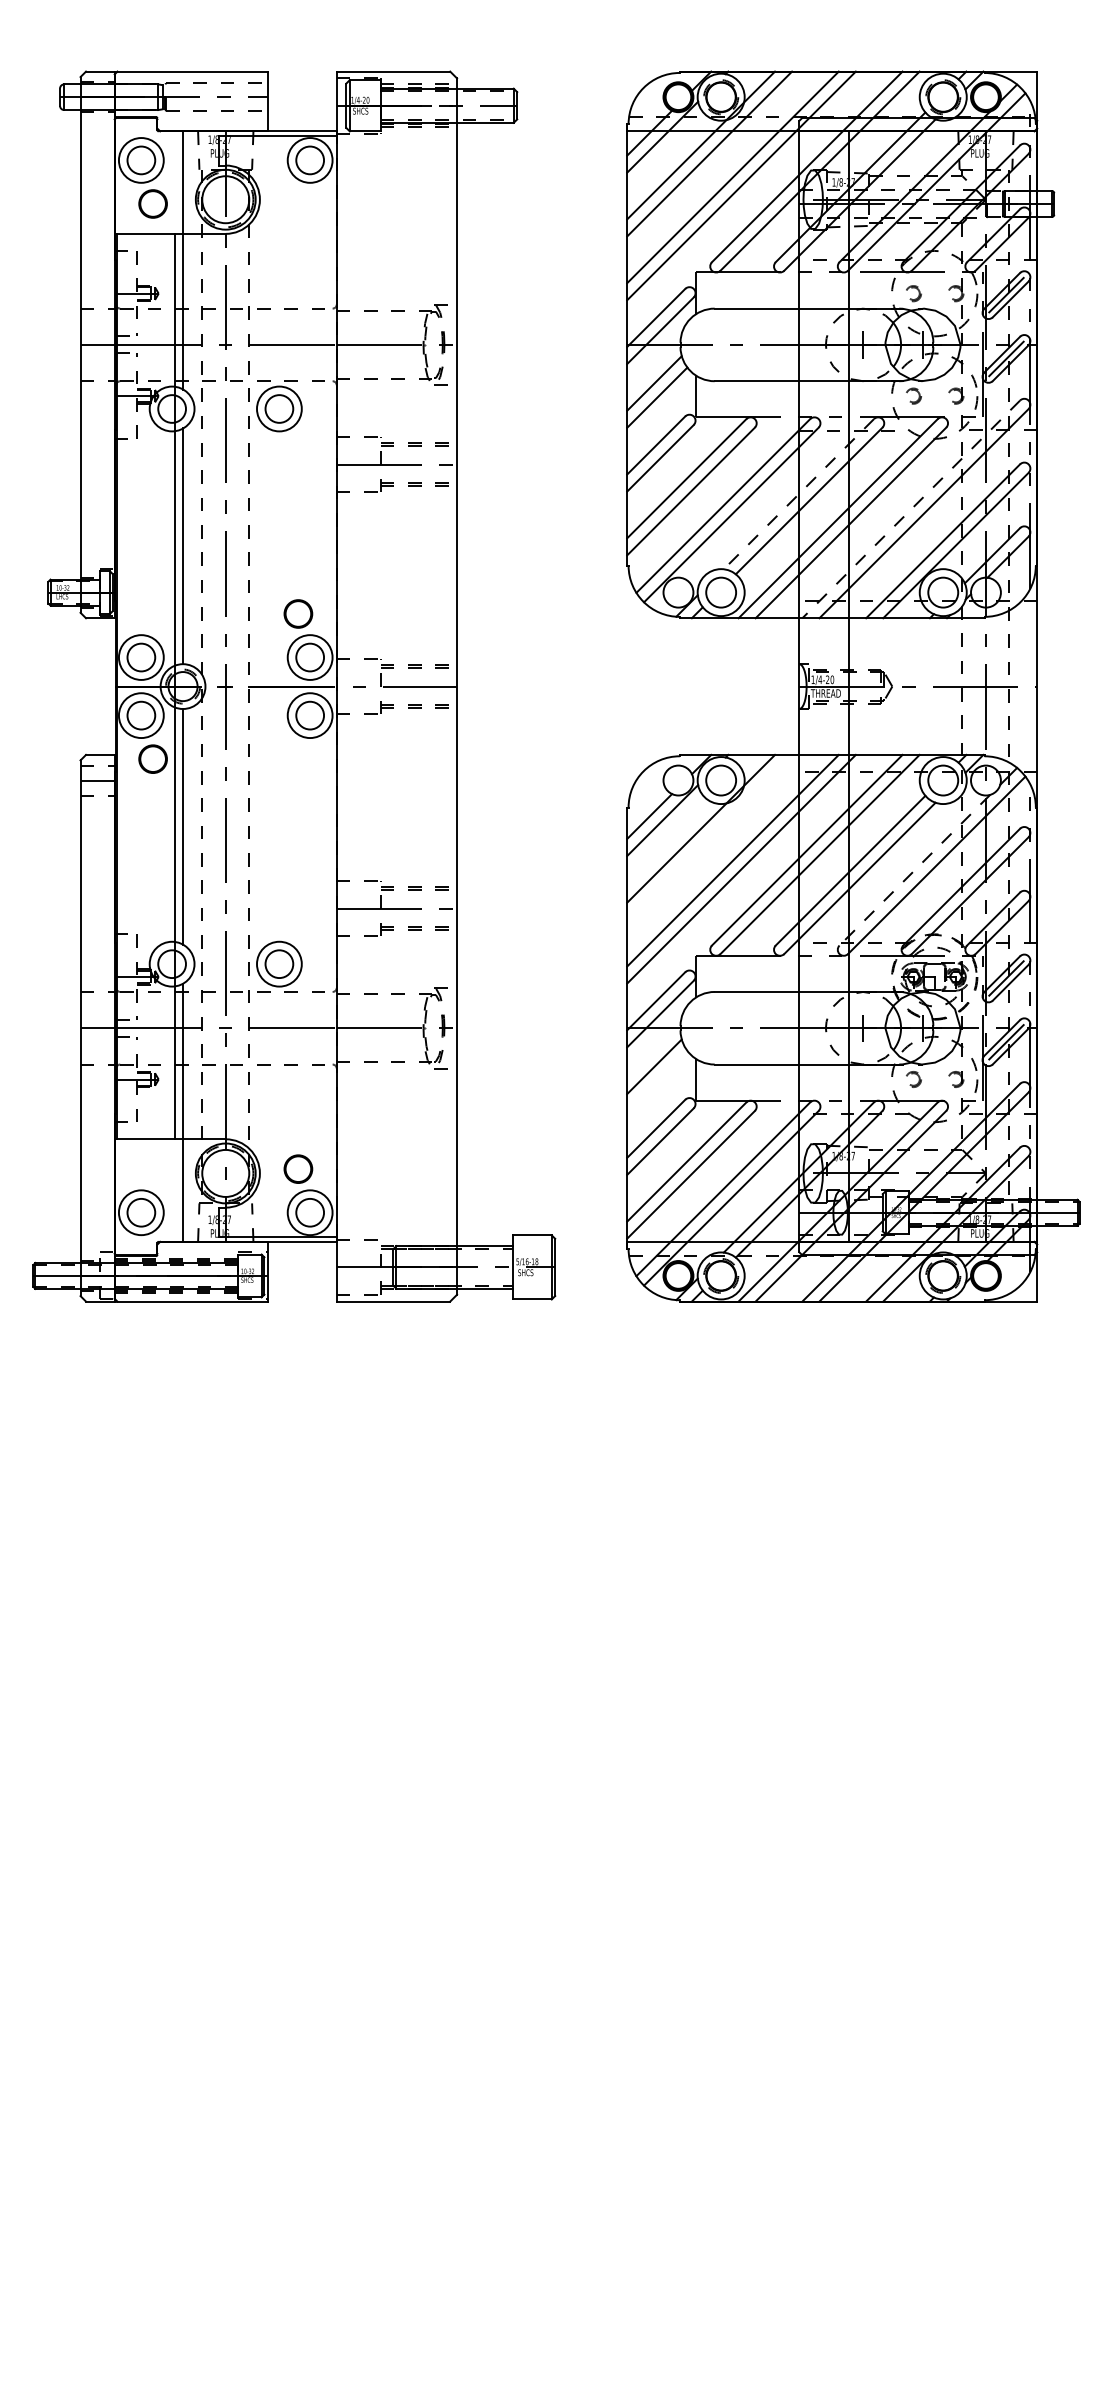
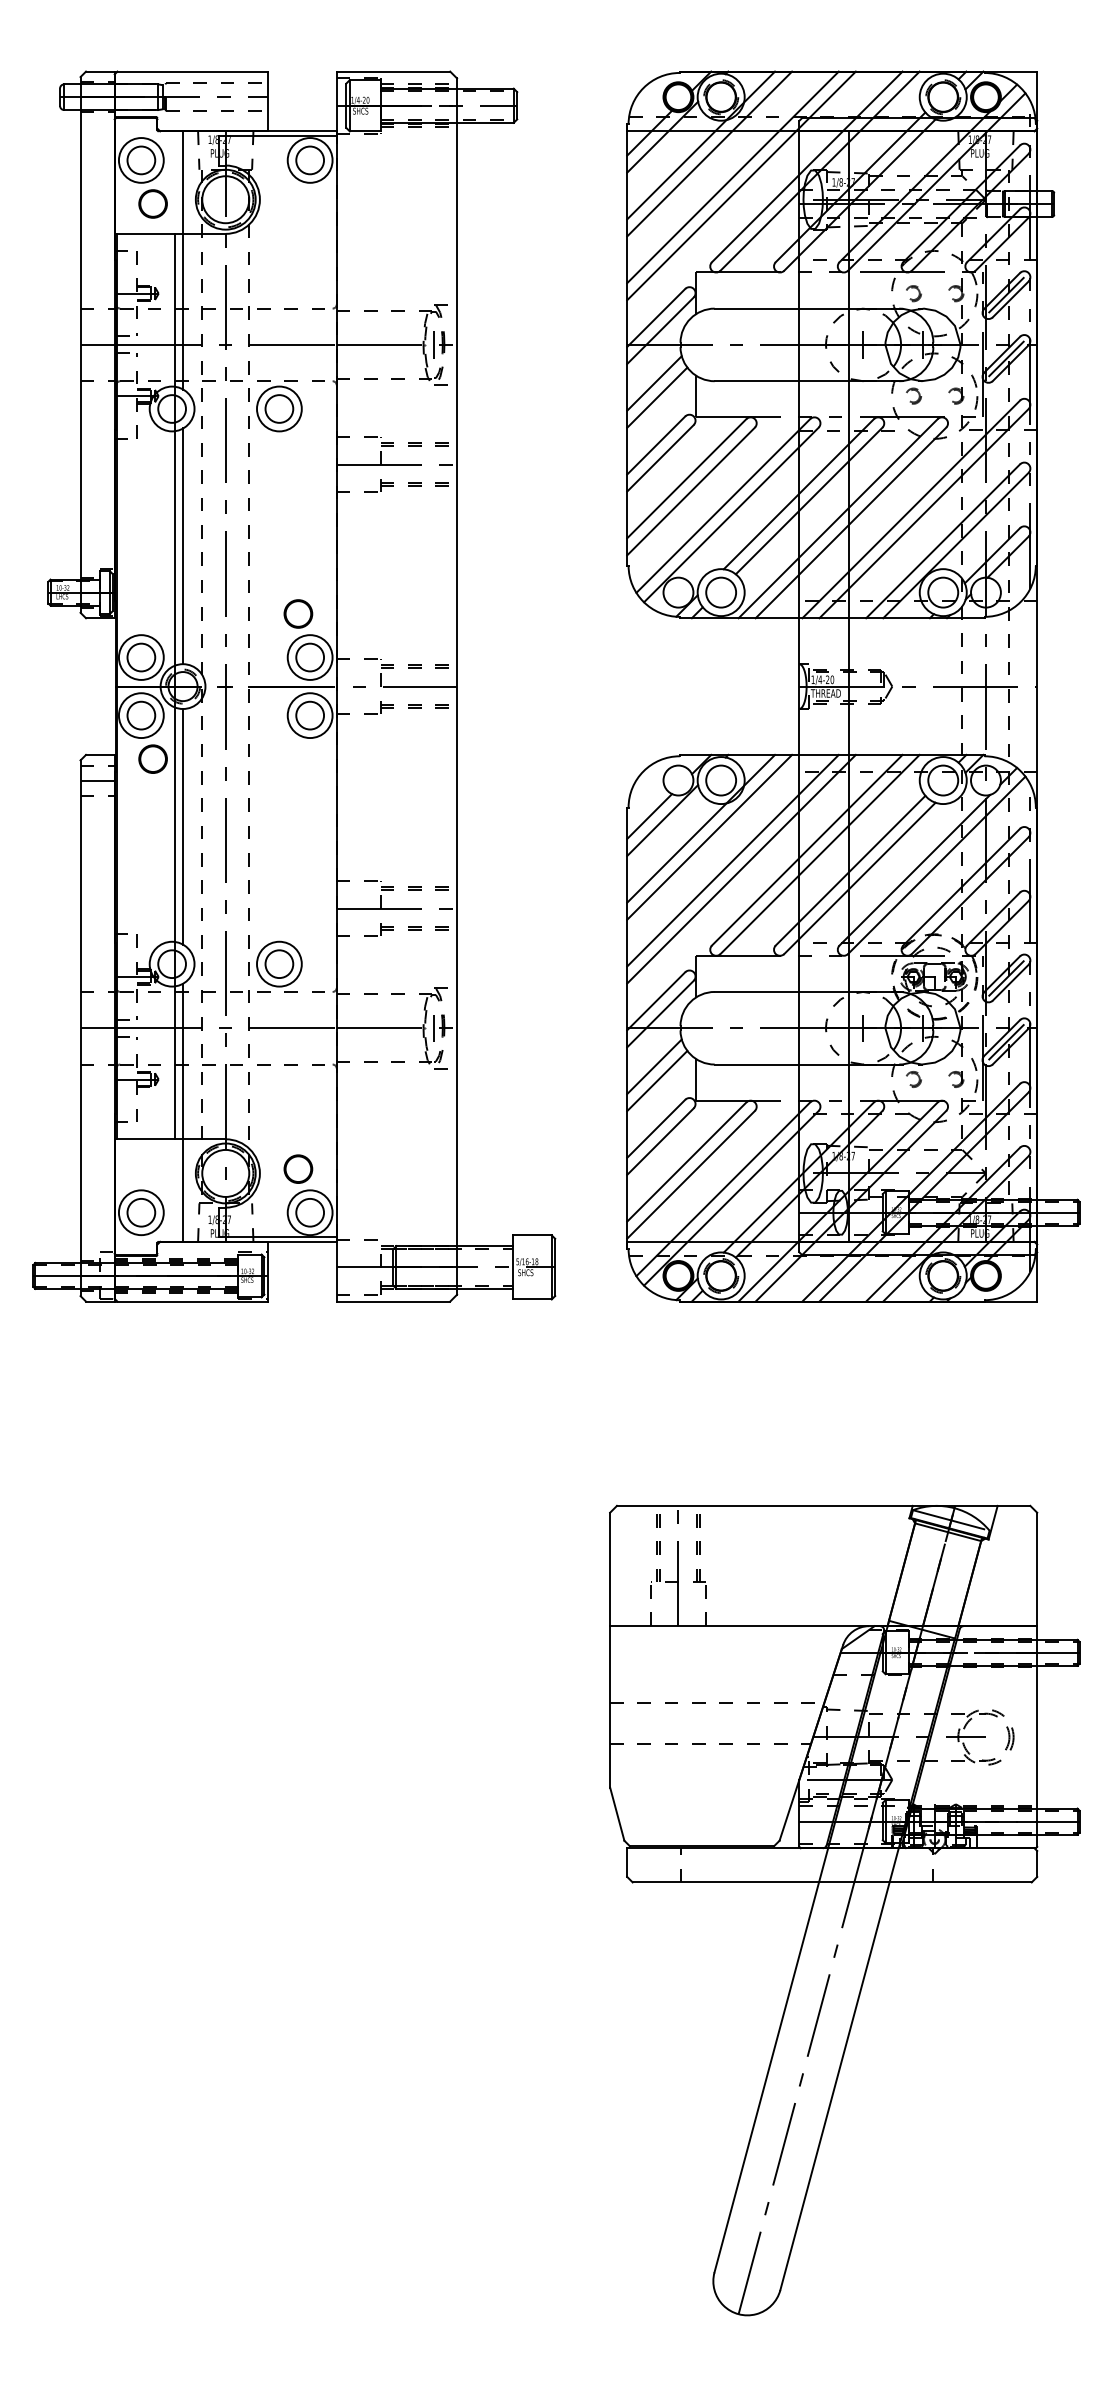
line at (433, 344): none -> present
line at (798, 494): dashed -> solid
line at (911, 509): dashed -> solid
line at (709, 836): none -> present
line at (914, 870): dashed -> solid
line at (433, 1027): none -> present
line at (657, 1080): none -> present
part at (844, 1910): none -> present
